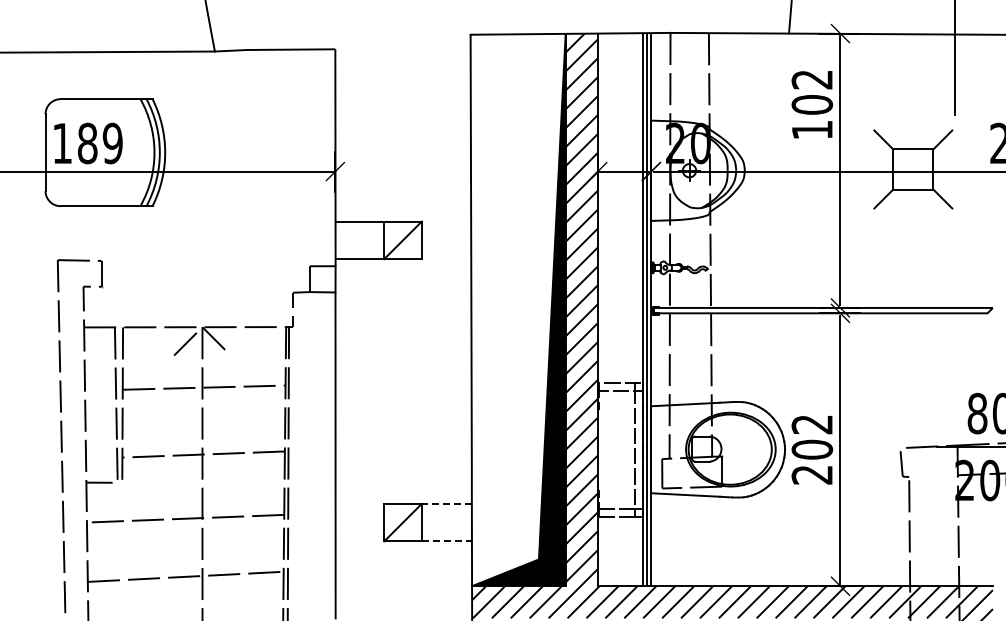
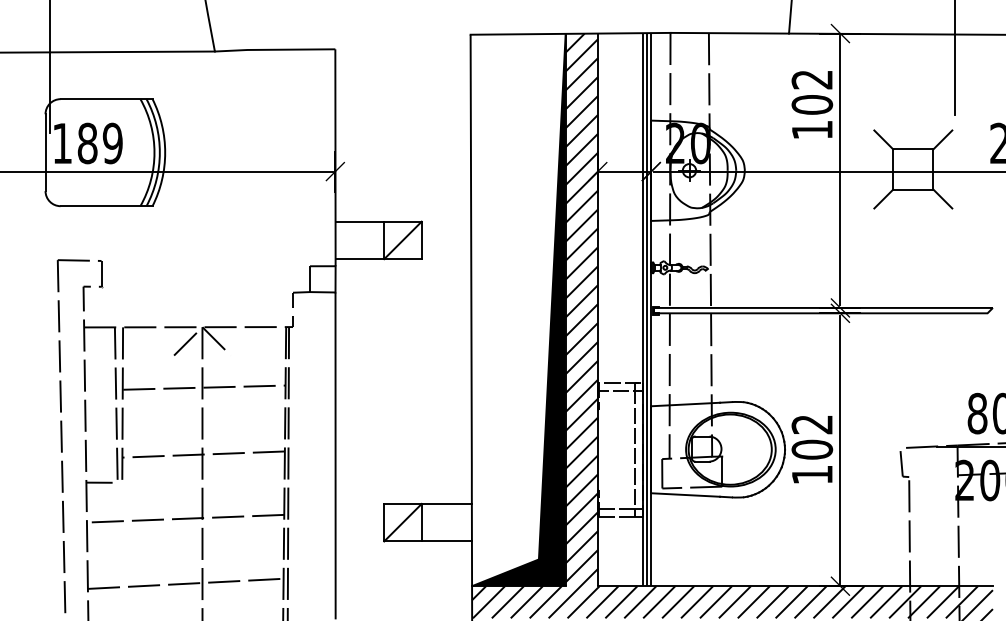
line at (49, 67): none -> present
text at (811, 475): 202 -> 102
line at (446, 503): dashed -> solid
line at (447, 541): dashed -> solid
line at (185, 576) position: (185, 576) -> (185, 583)
